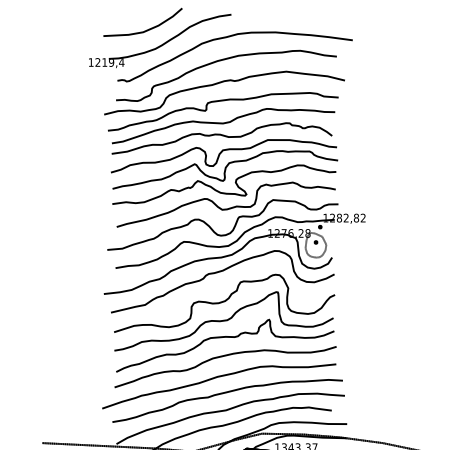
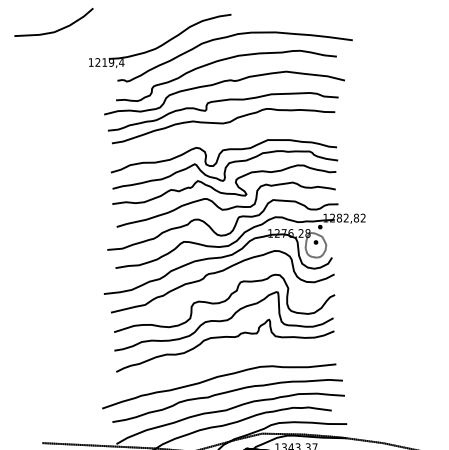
part at (146, 29) position: (146, 29) -> (57, 29)
curve at (222, 136): present -> none
curve at (222, 357): present -> none
